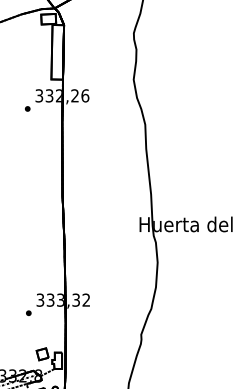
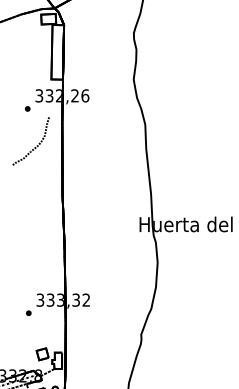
curve at (36, 145): none -> present
